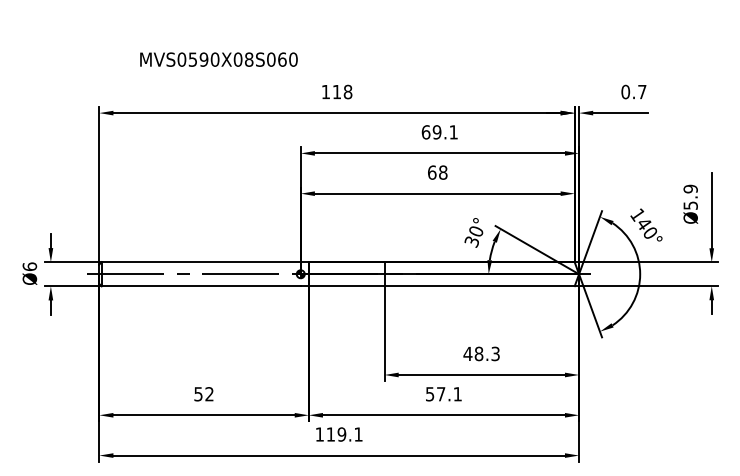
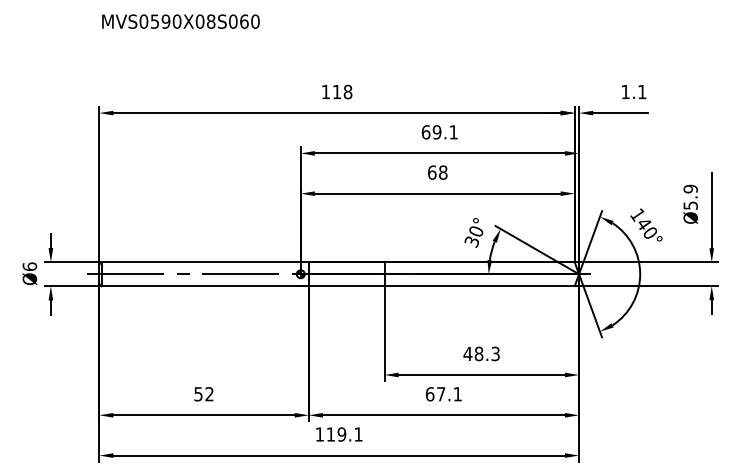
text at (218, 59) position: (218, 59) -> (180, 21)
text at (633, 91): 0.7 -> 1.1
text at (429, 394): 57.1 -> 67.1
